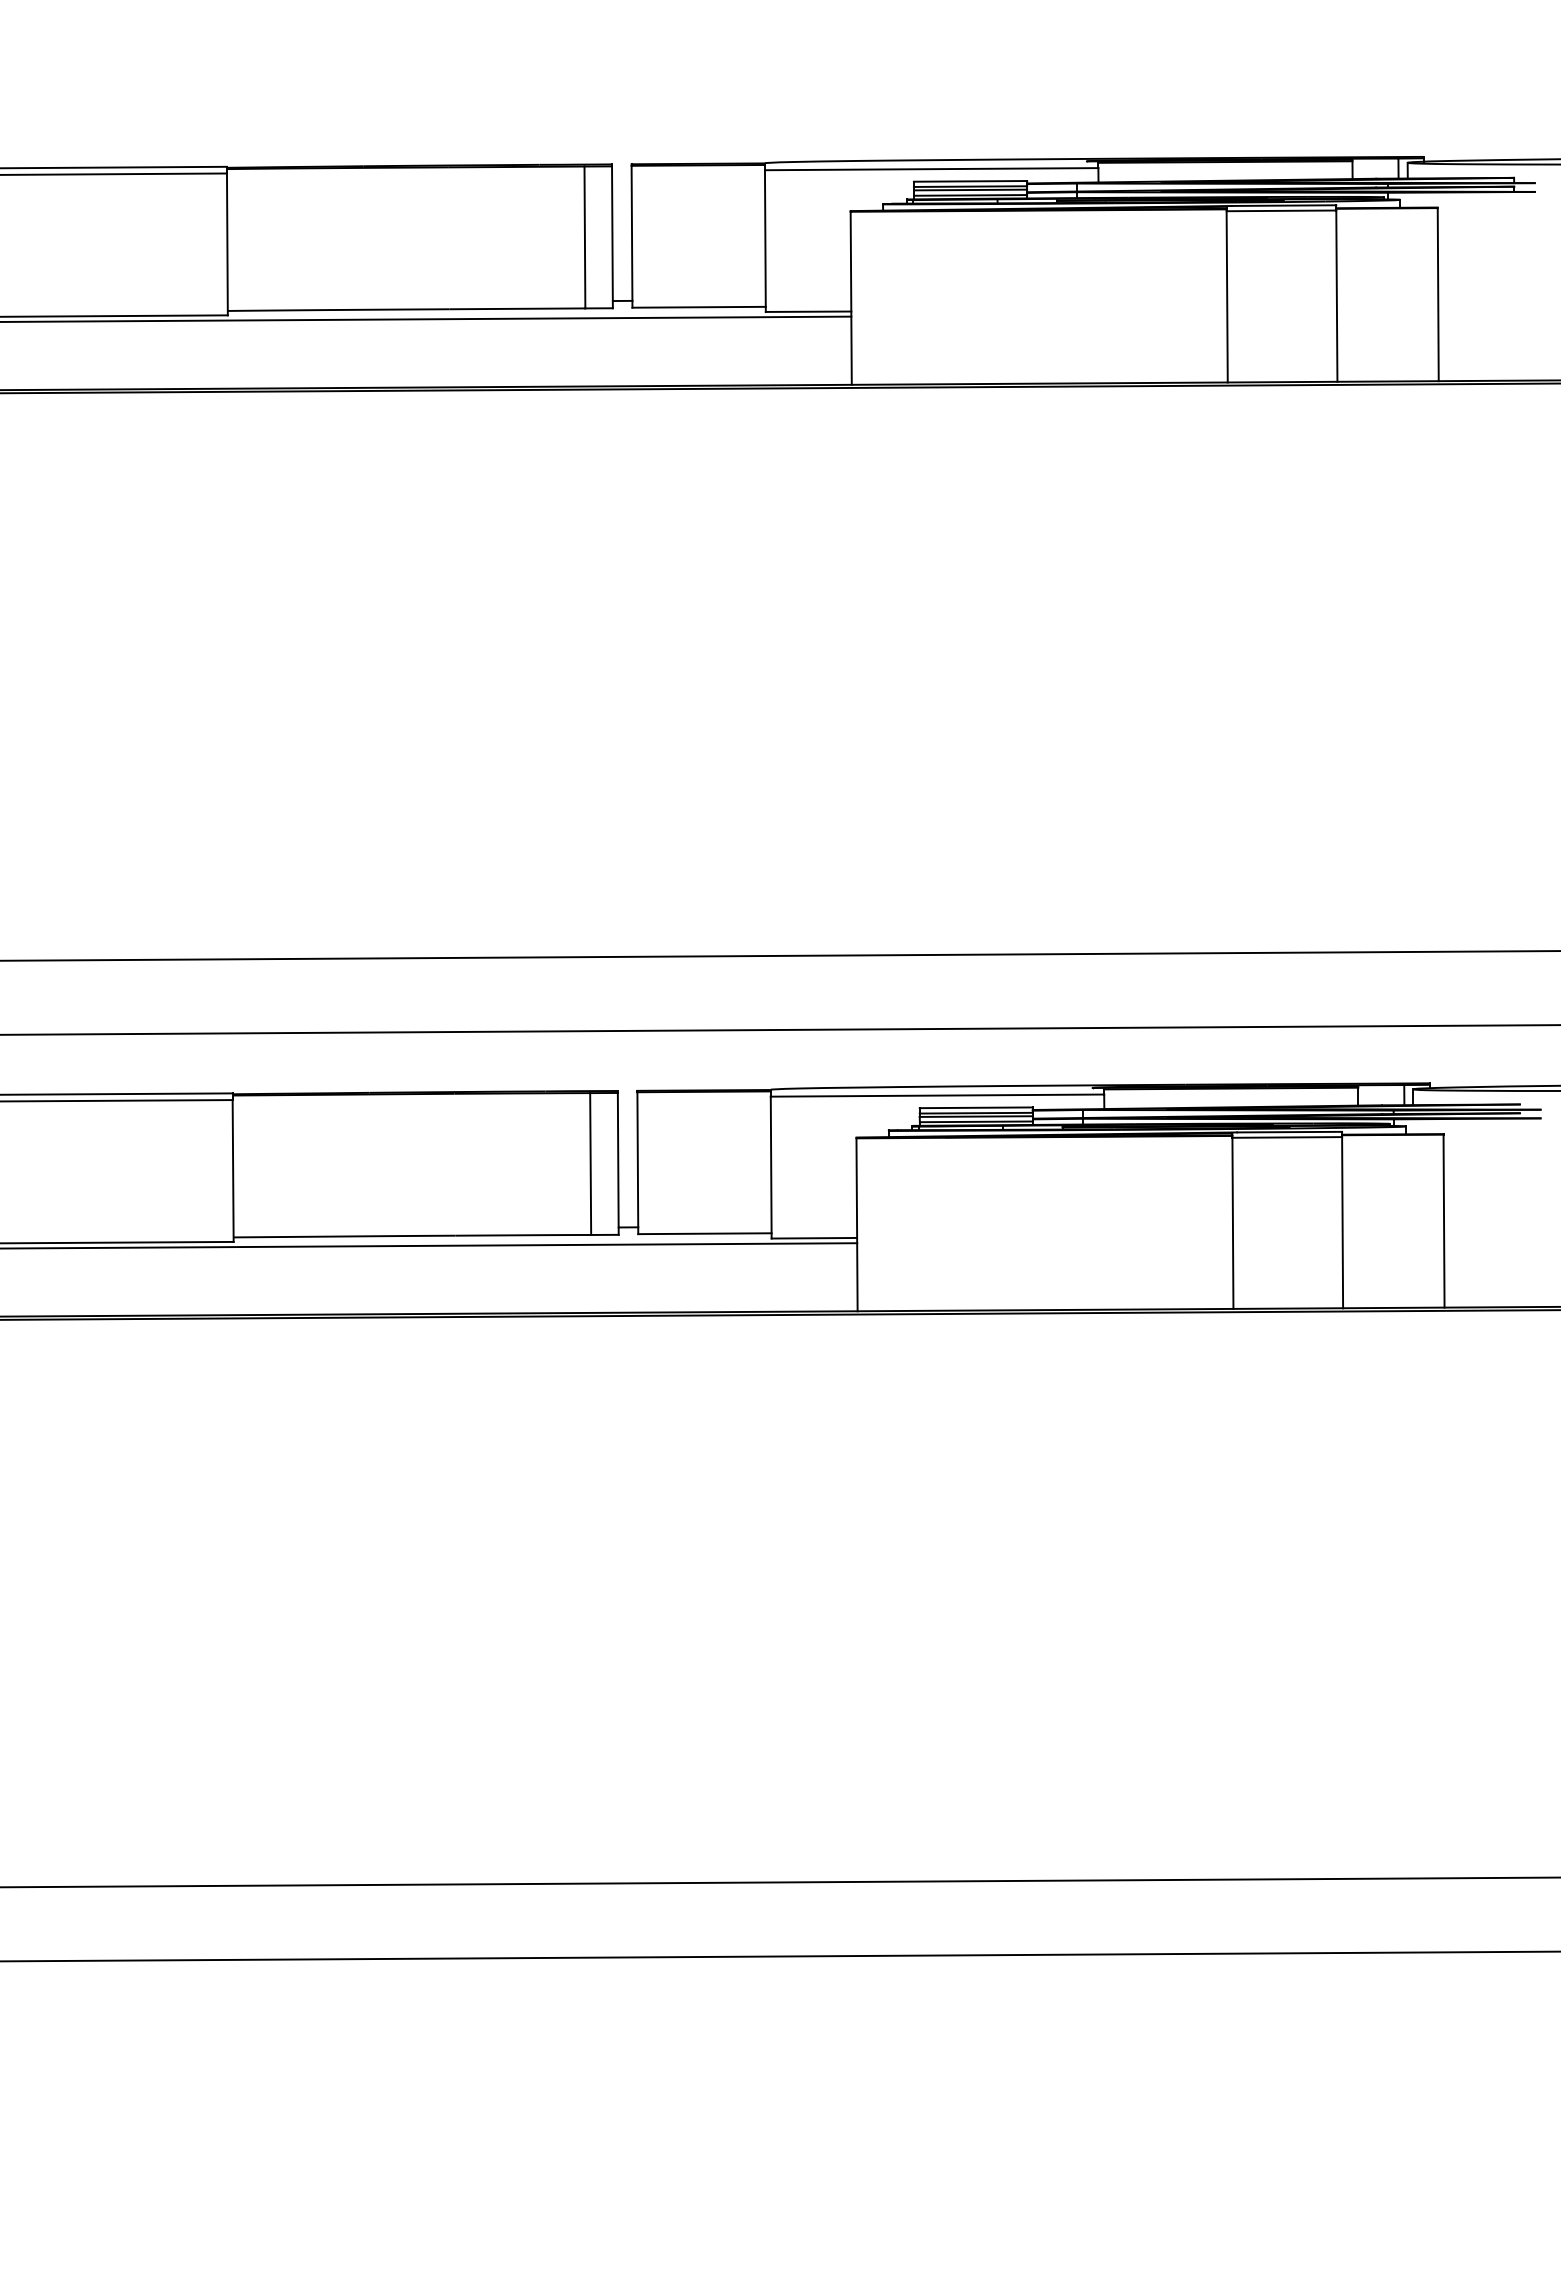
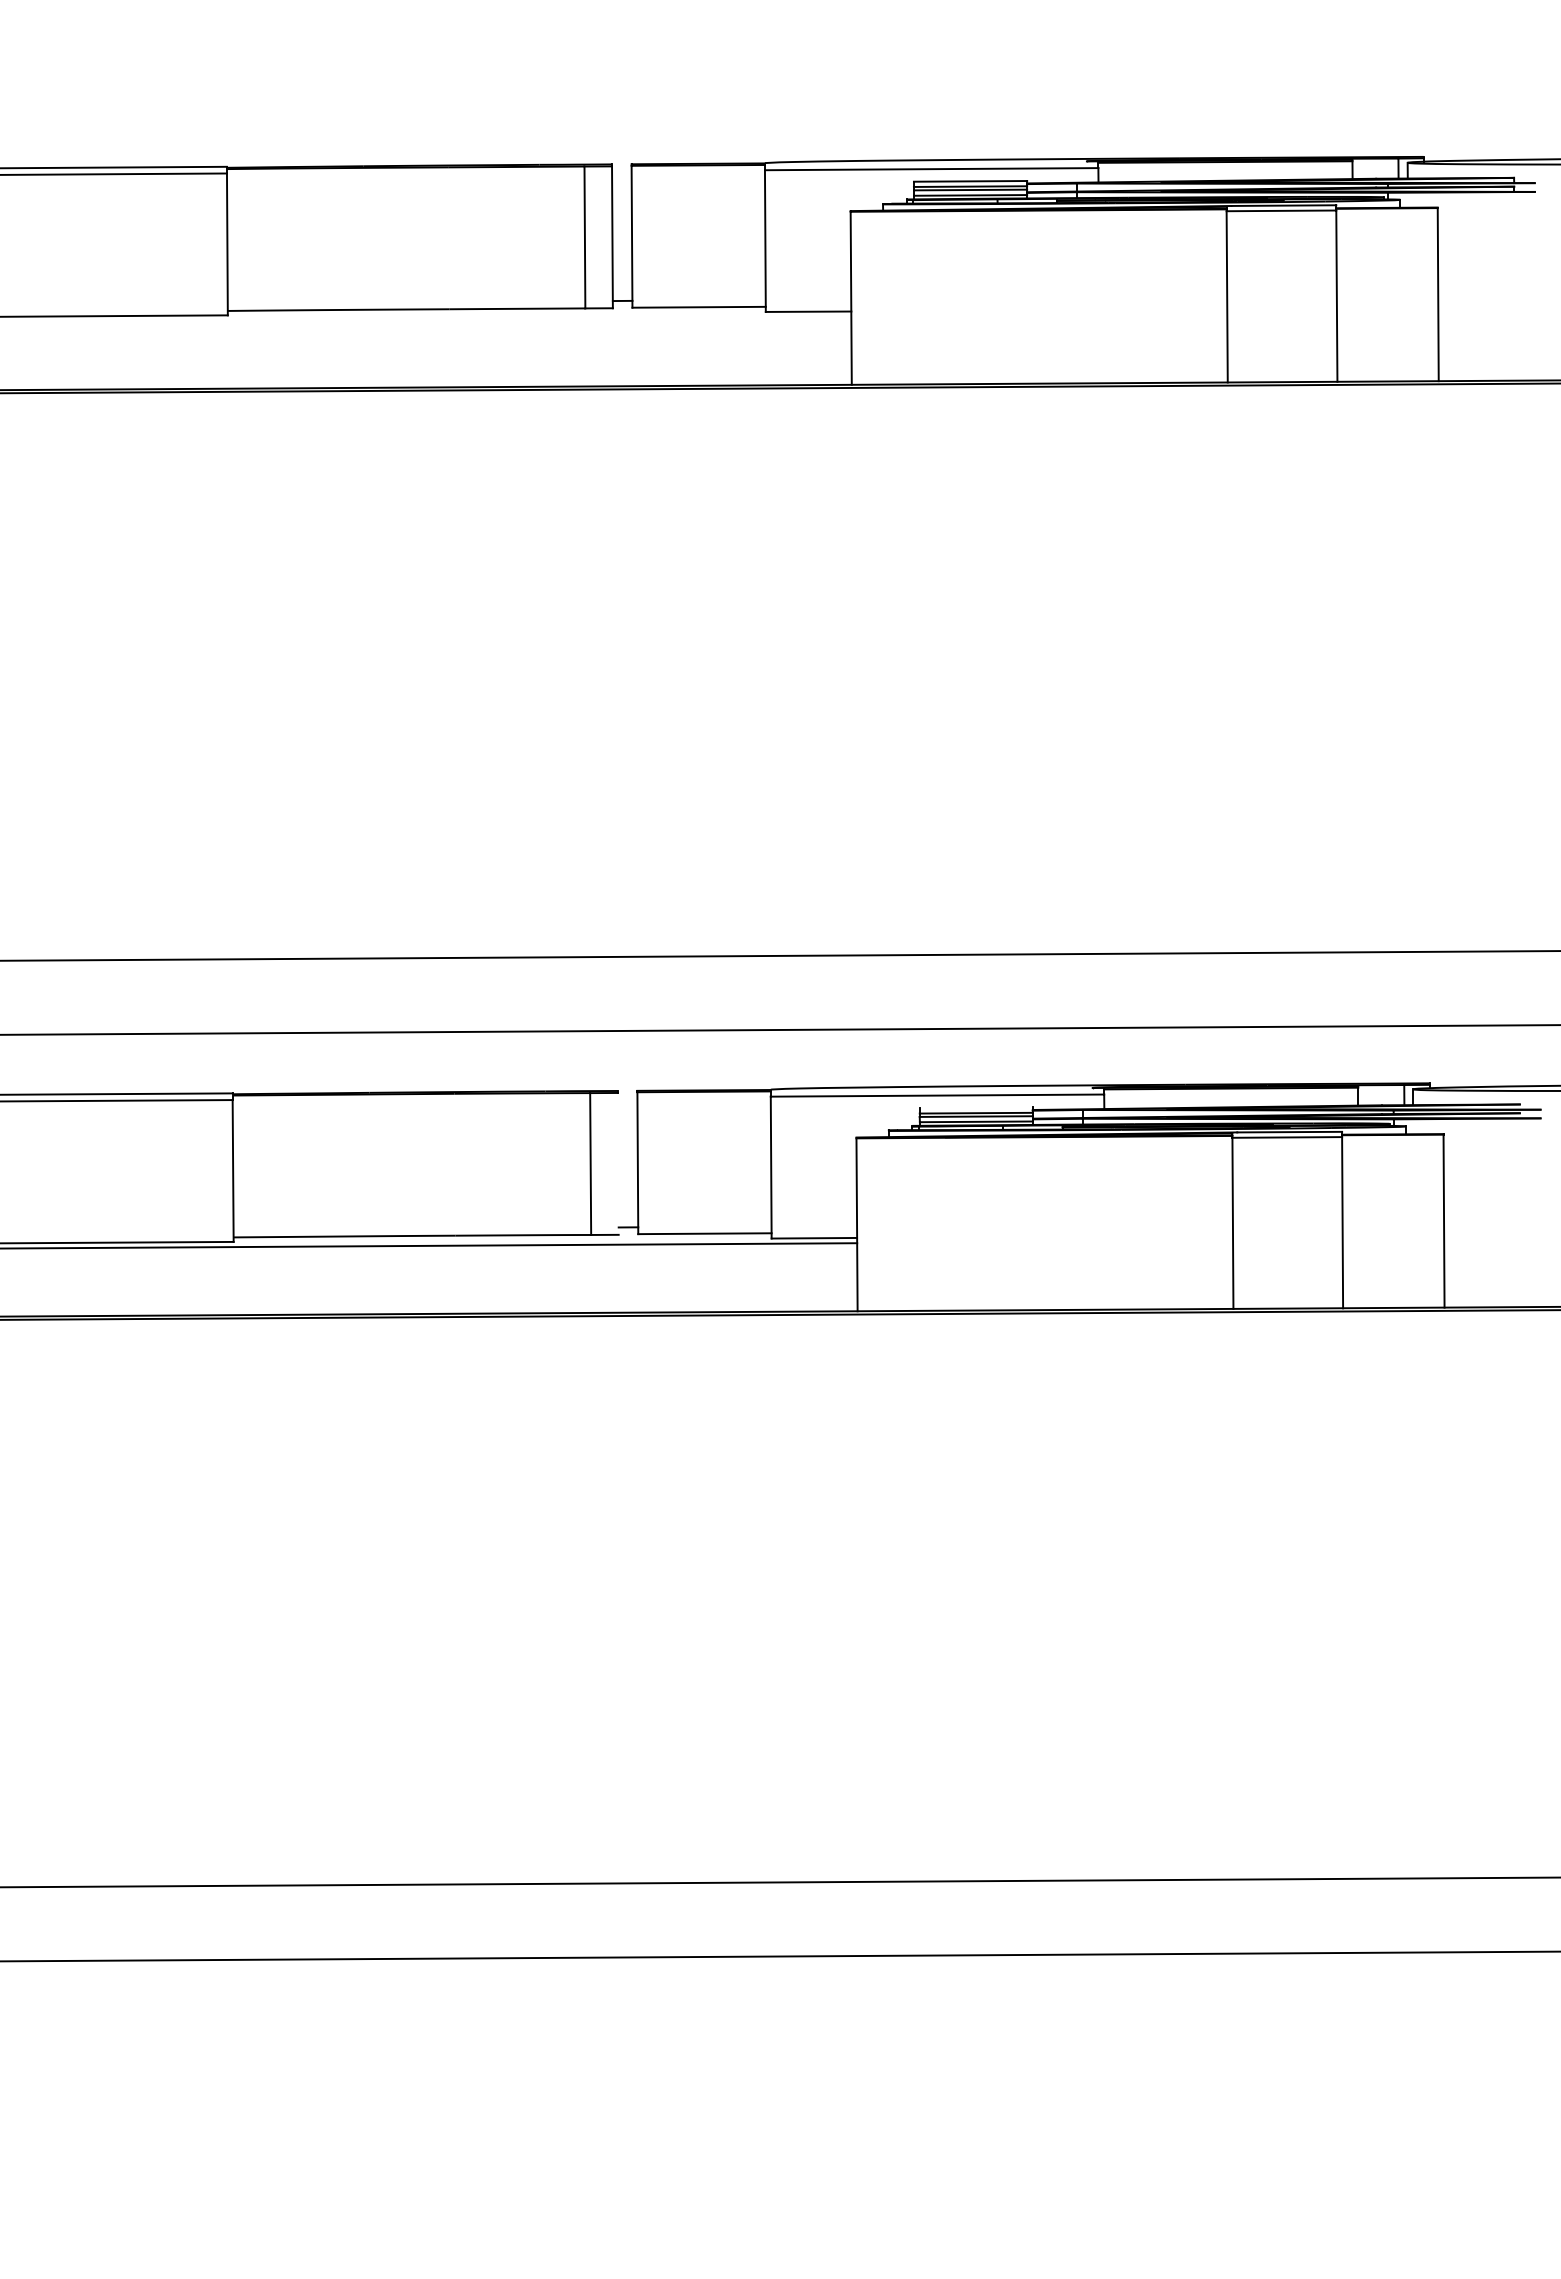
line at (426, 318): present -> none
line at (975, 1107): present -> none
line at (617, 1163): present -> none
